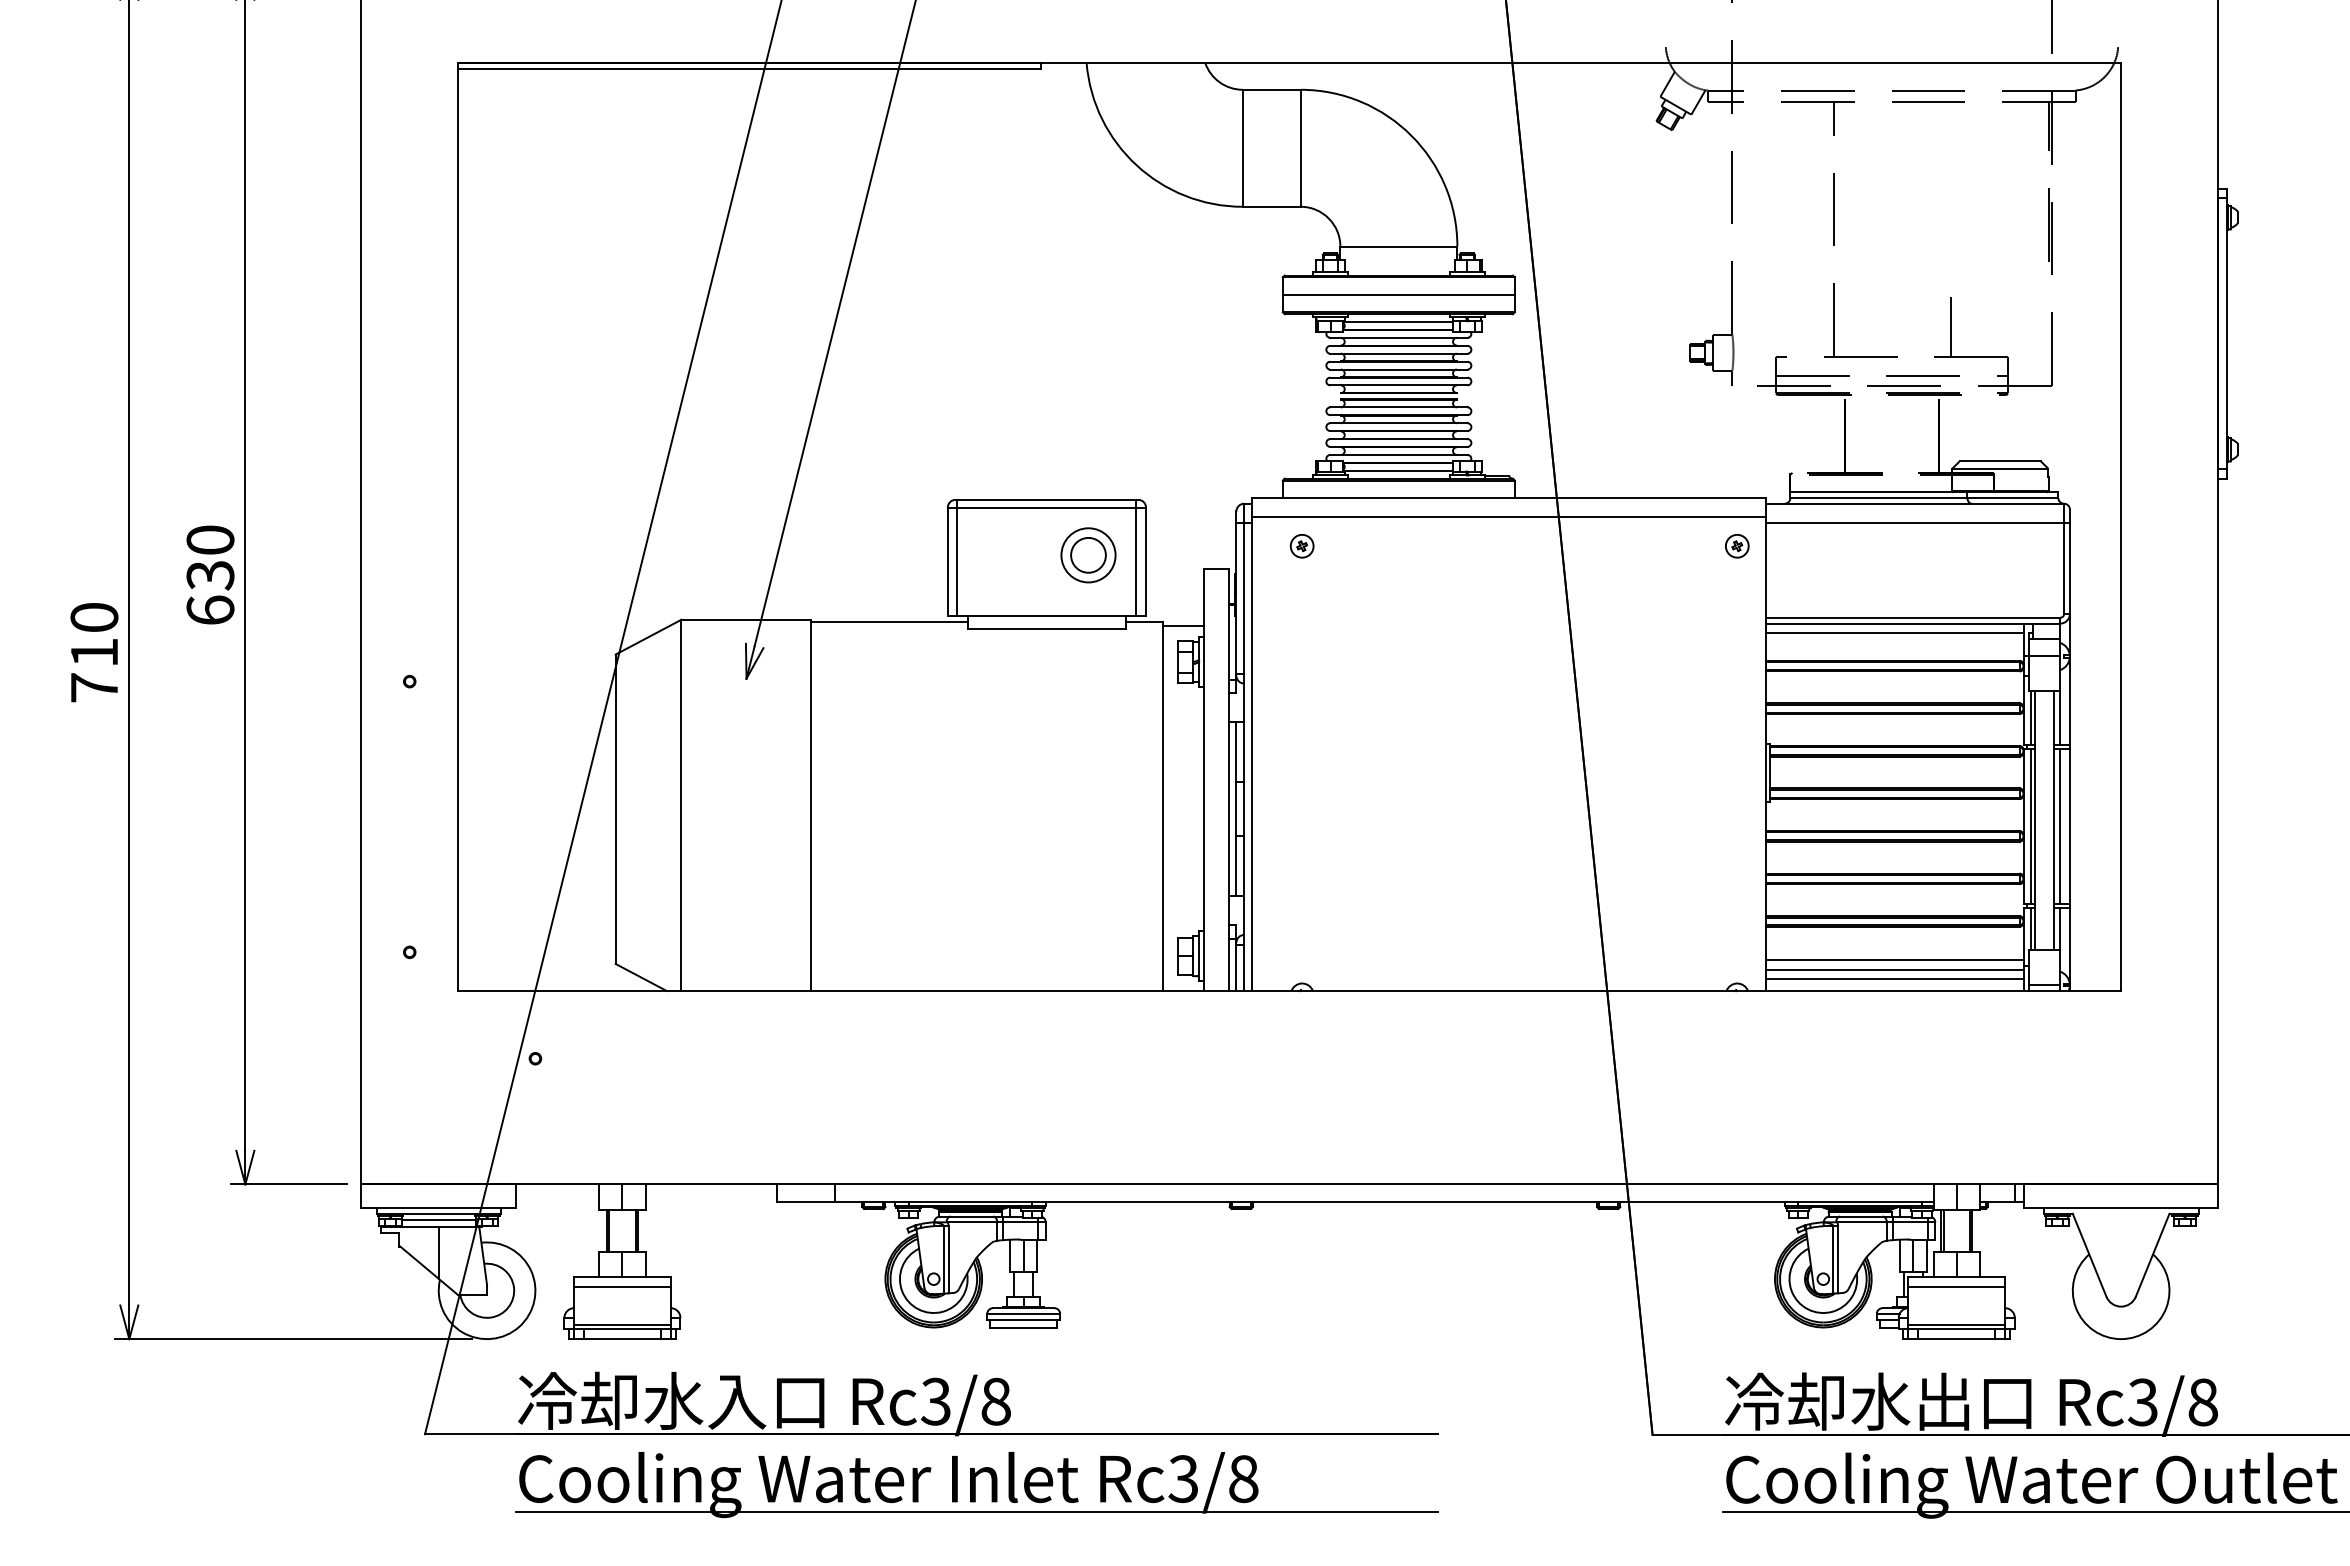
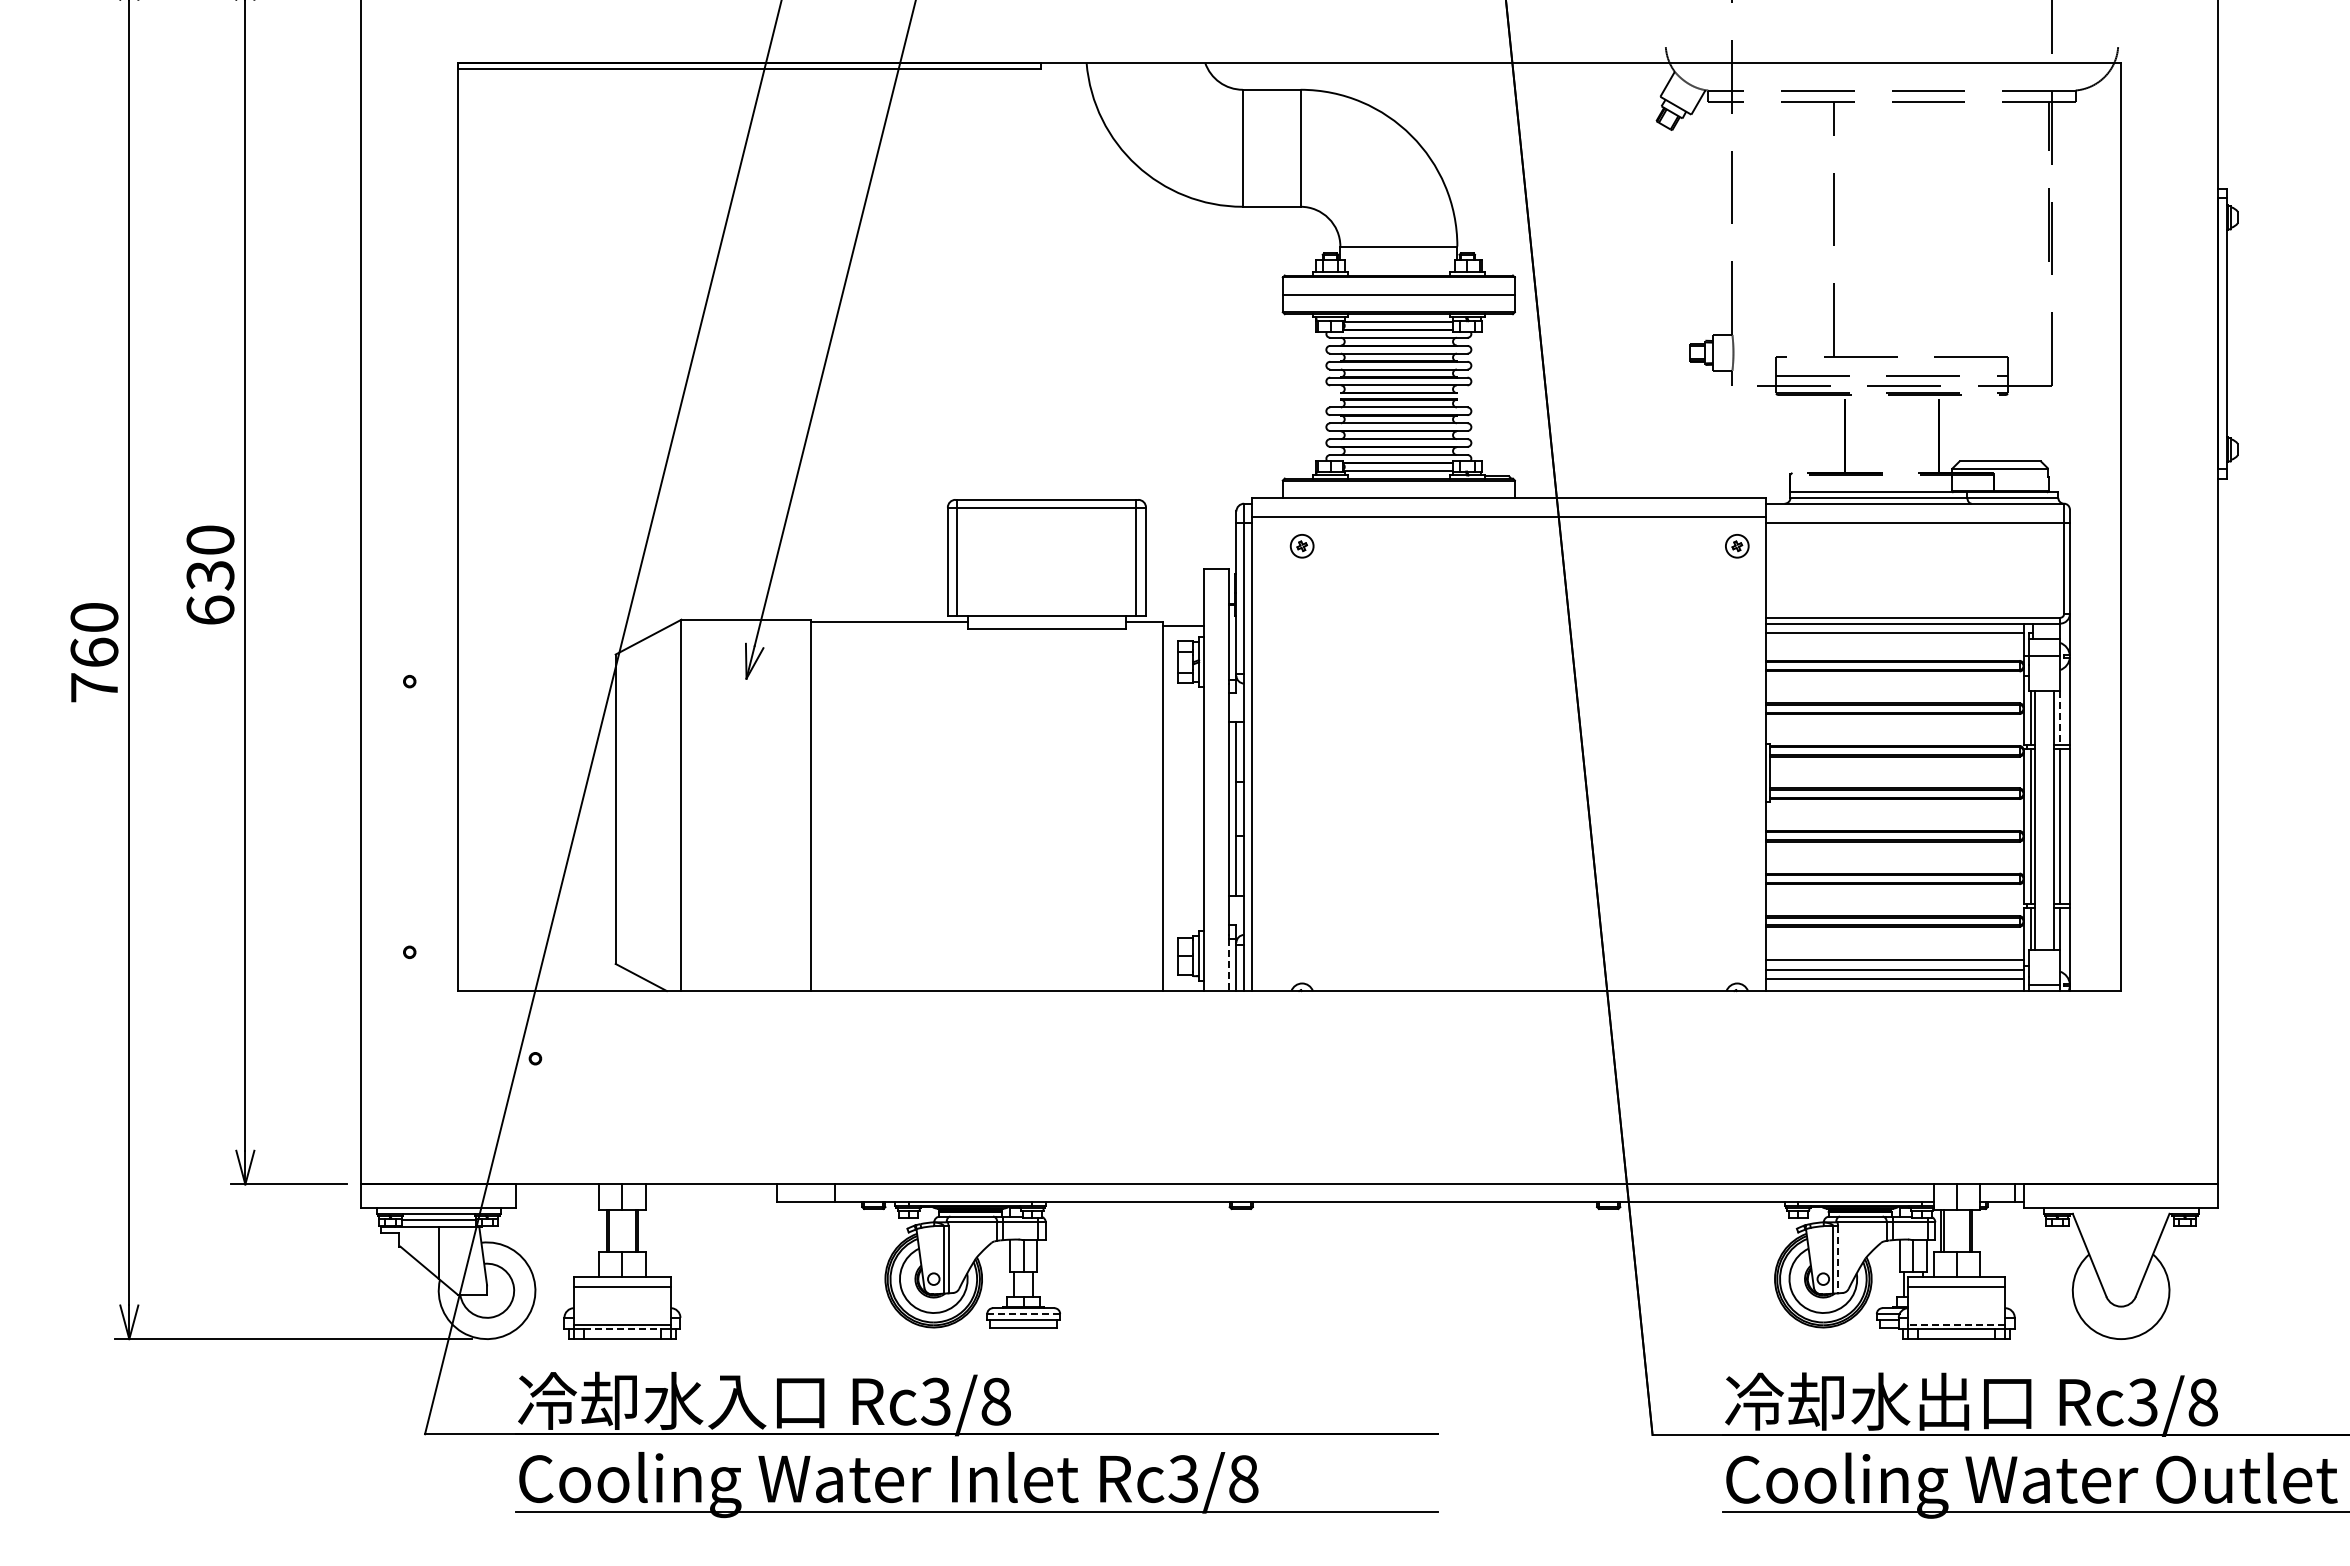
line at (1950, 326): present -> none
part at (1088, 555): present -> none
text at (94, 651): 710 -> 760
line at (2060, 718): solid -> dashed
line at (1228, 965): solid -> dashed
line at (1838, 1259): solid -> dashed
line at (1023, 1313): solid -> dashed
line at (1956, 1324): solid -> dashed
line at (622, 1329): solid -> dashed
